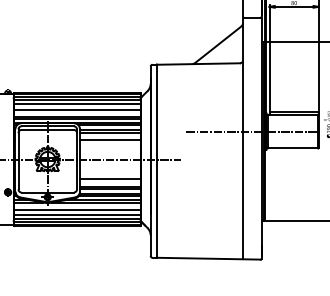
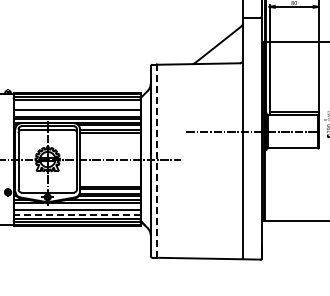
line at (76, 104): present -> none
line at (110, 140): present -> none
line at (156, 160): solid -> dashed
line at (110, 178): present -> none
line at (76, 214): solid -> dashed
